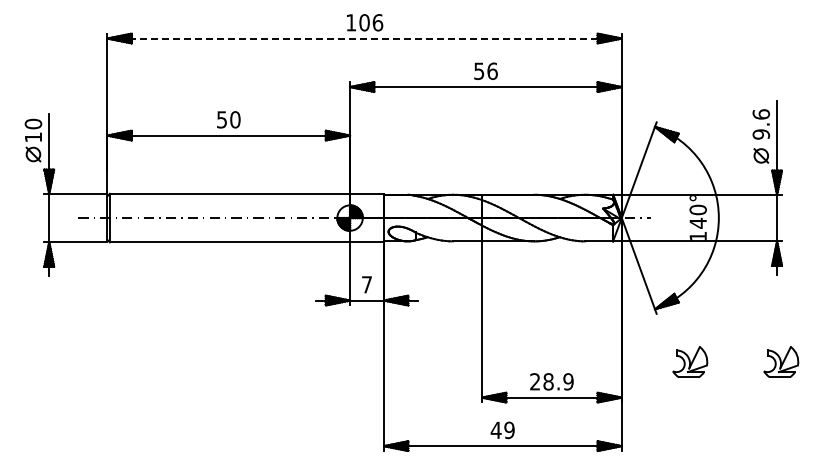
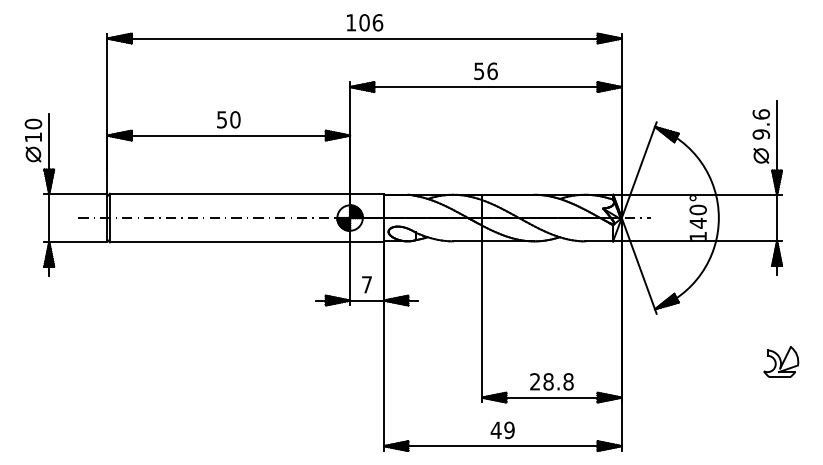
line at (365, 38): dashed -> solid
part at (690, 361): present -> none
text at (568, 381): 28.9 -> 28.8
